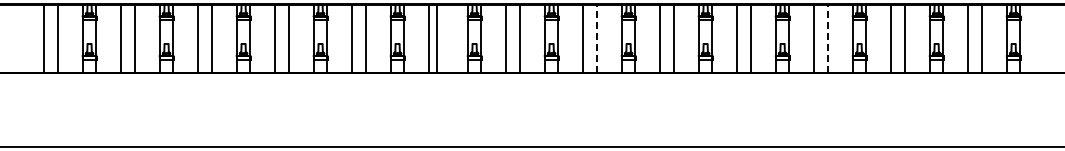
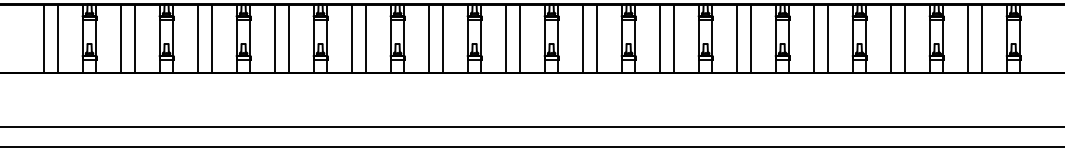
line at (436, 38) position: (436, 38) -> (442, 38)
line at (596, 38): dashed -> solid
line at (827, 38): dashed -> solid
line at (531, 127): none -> present
